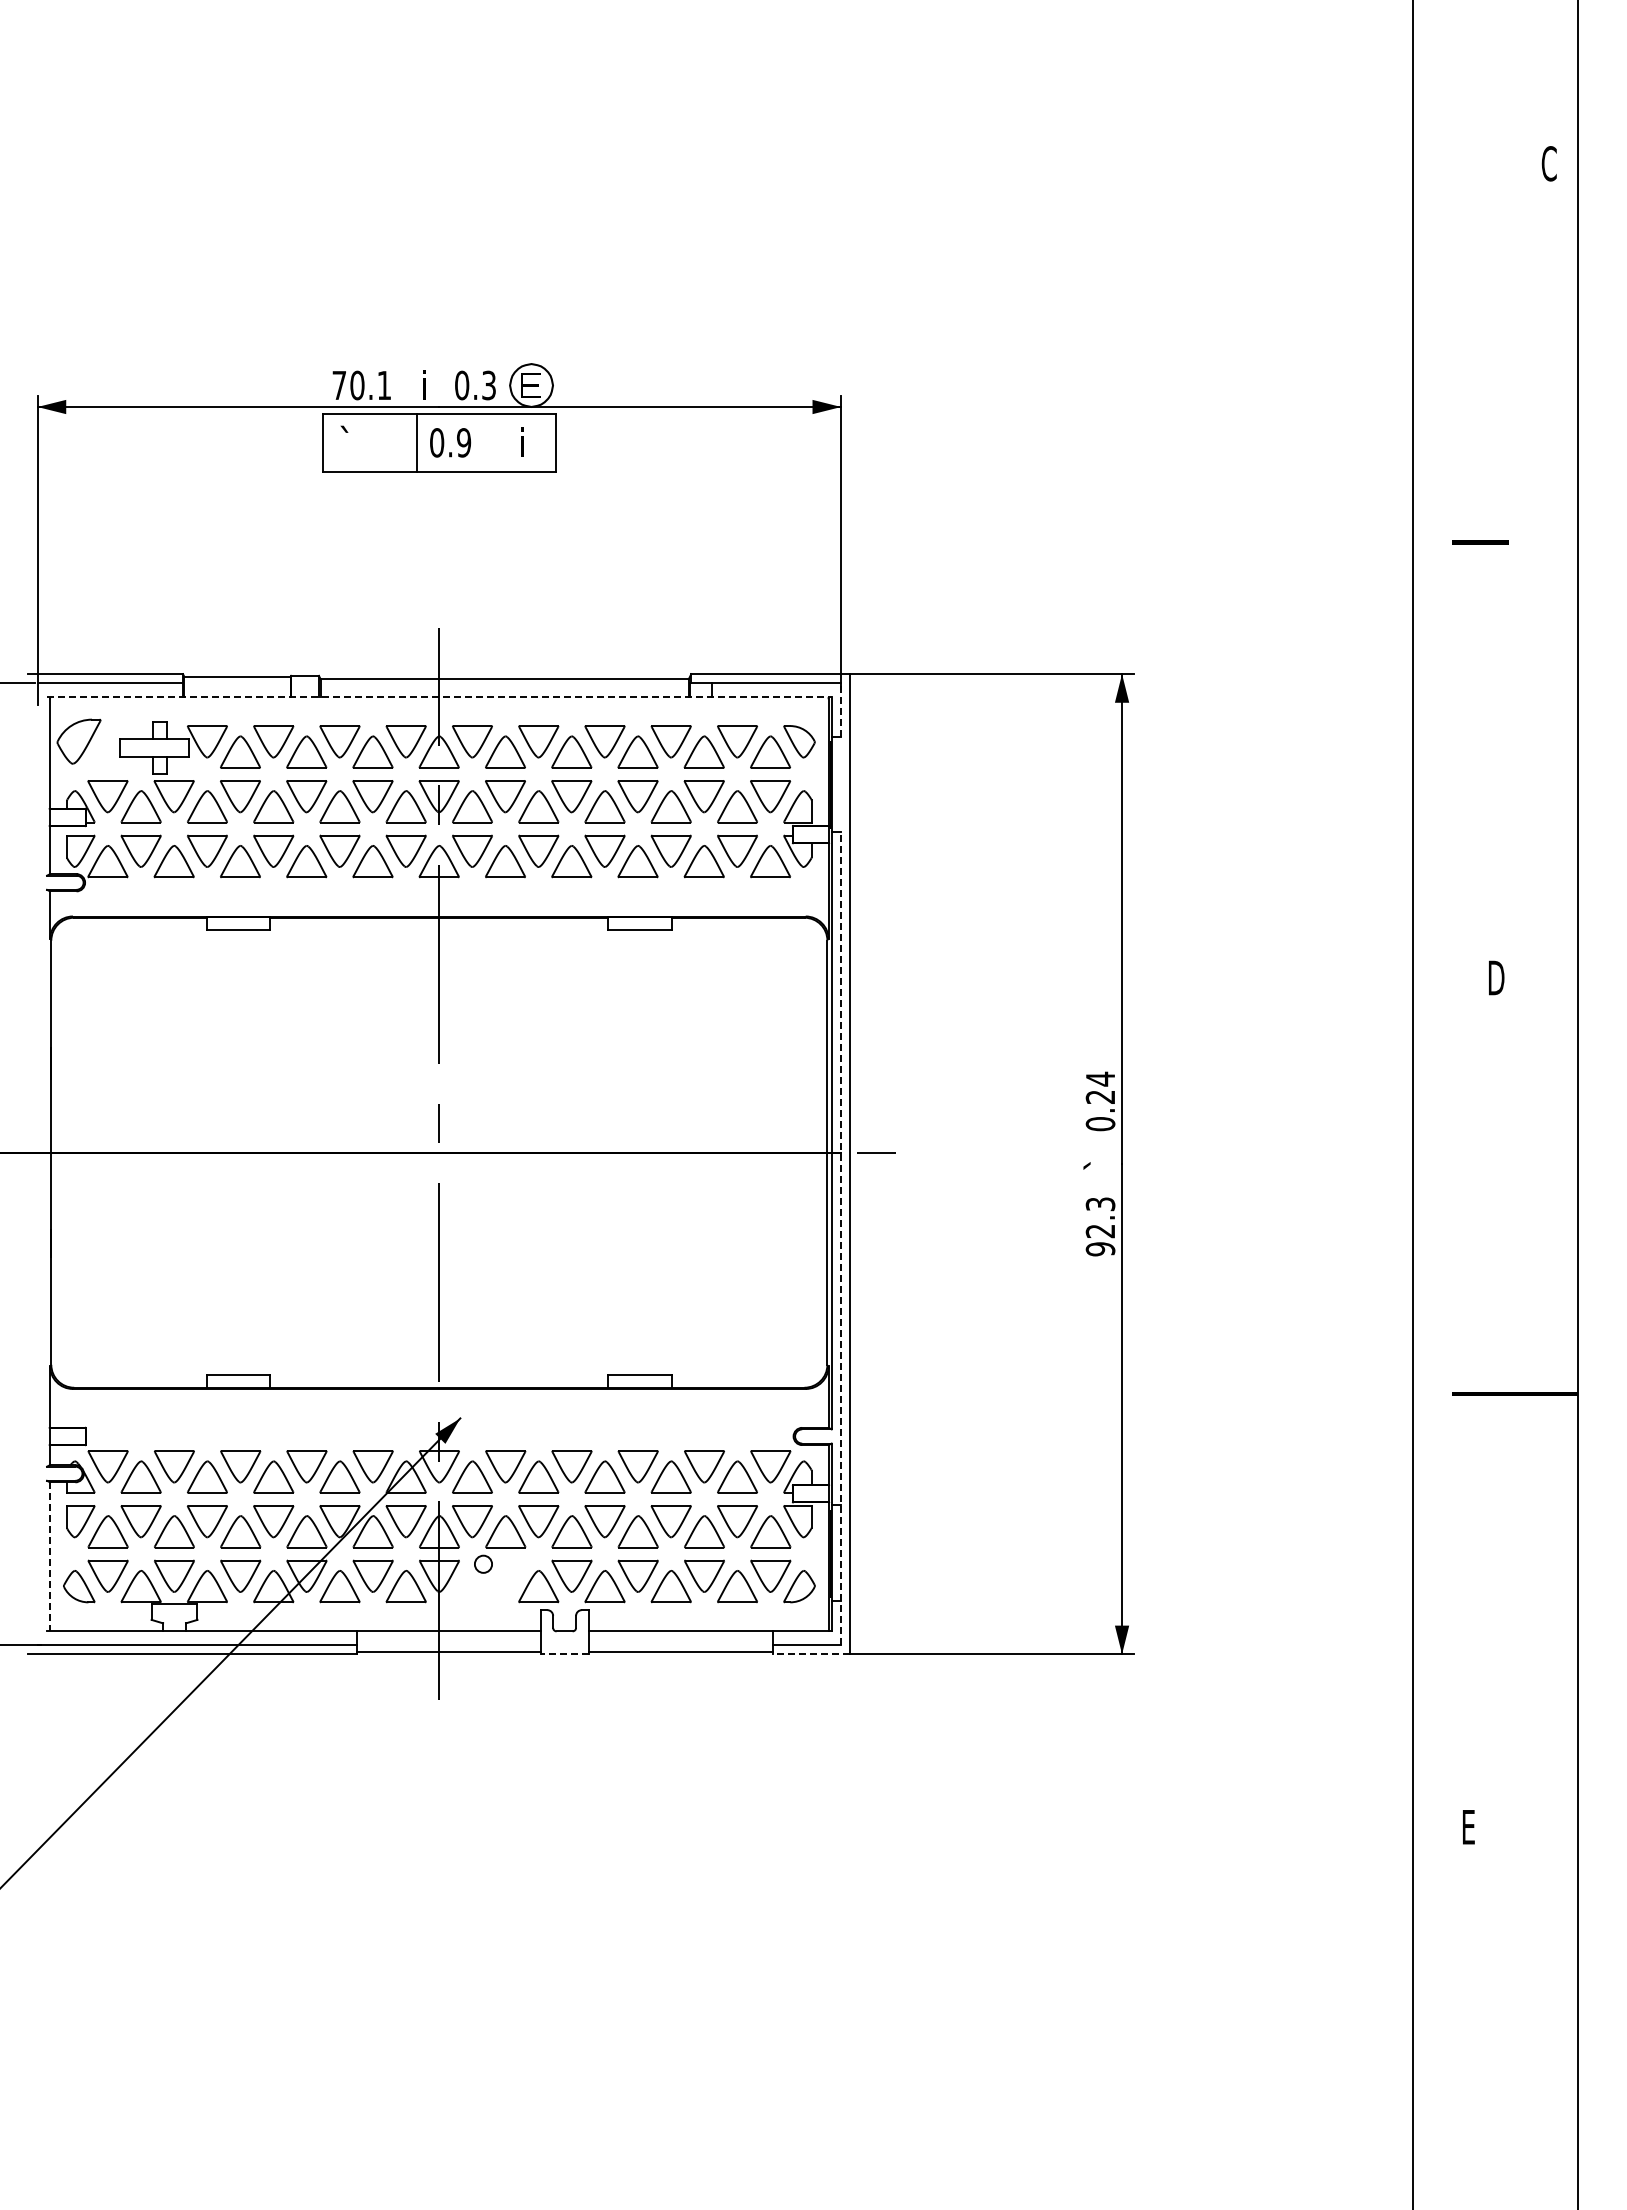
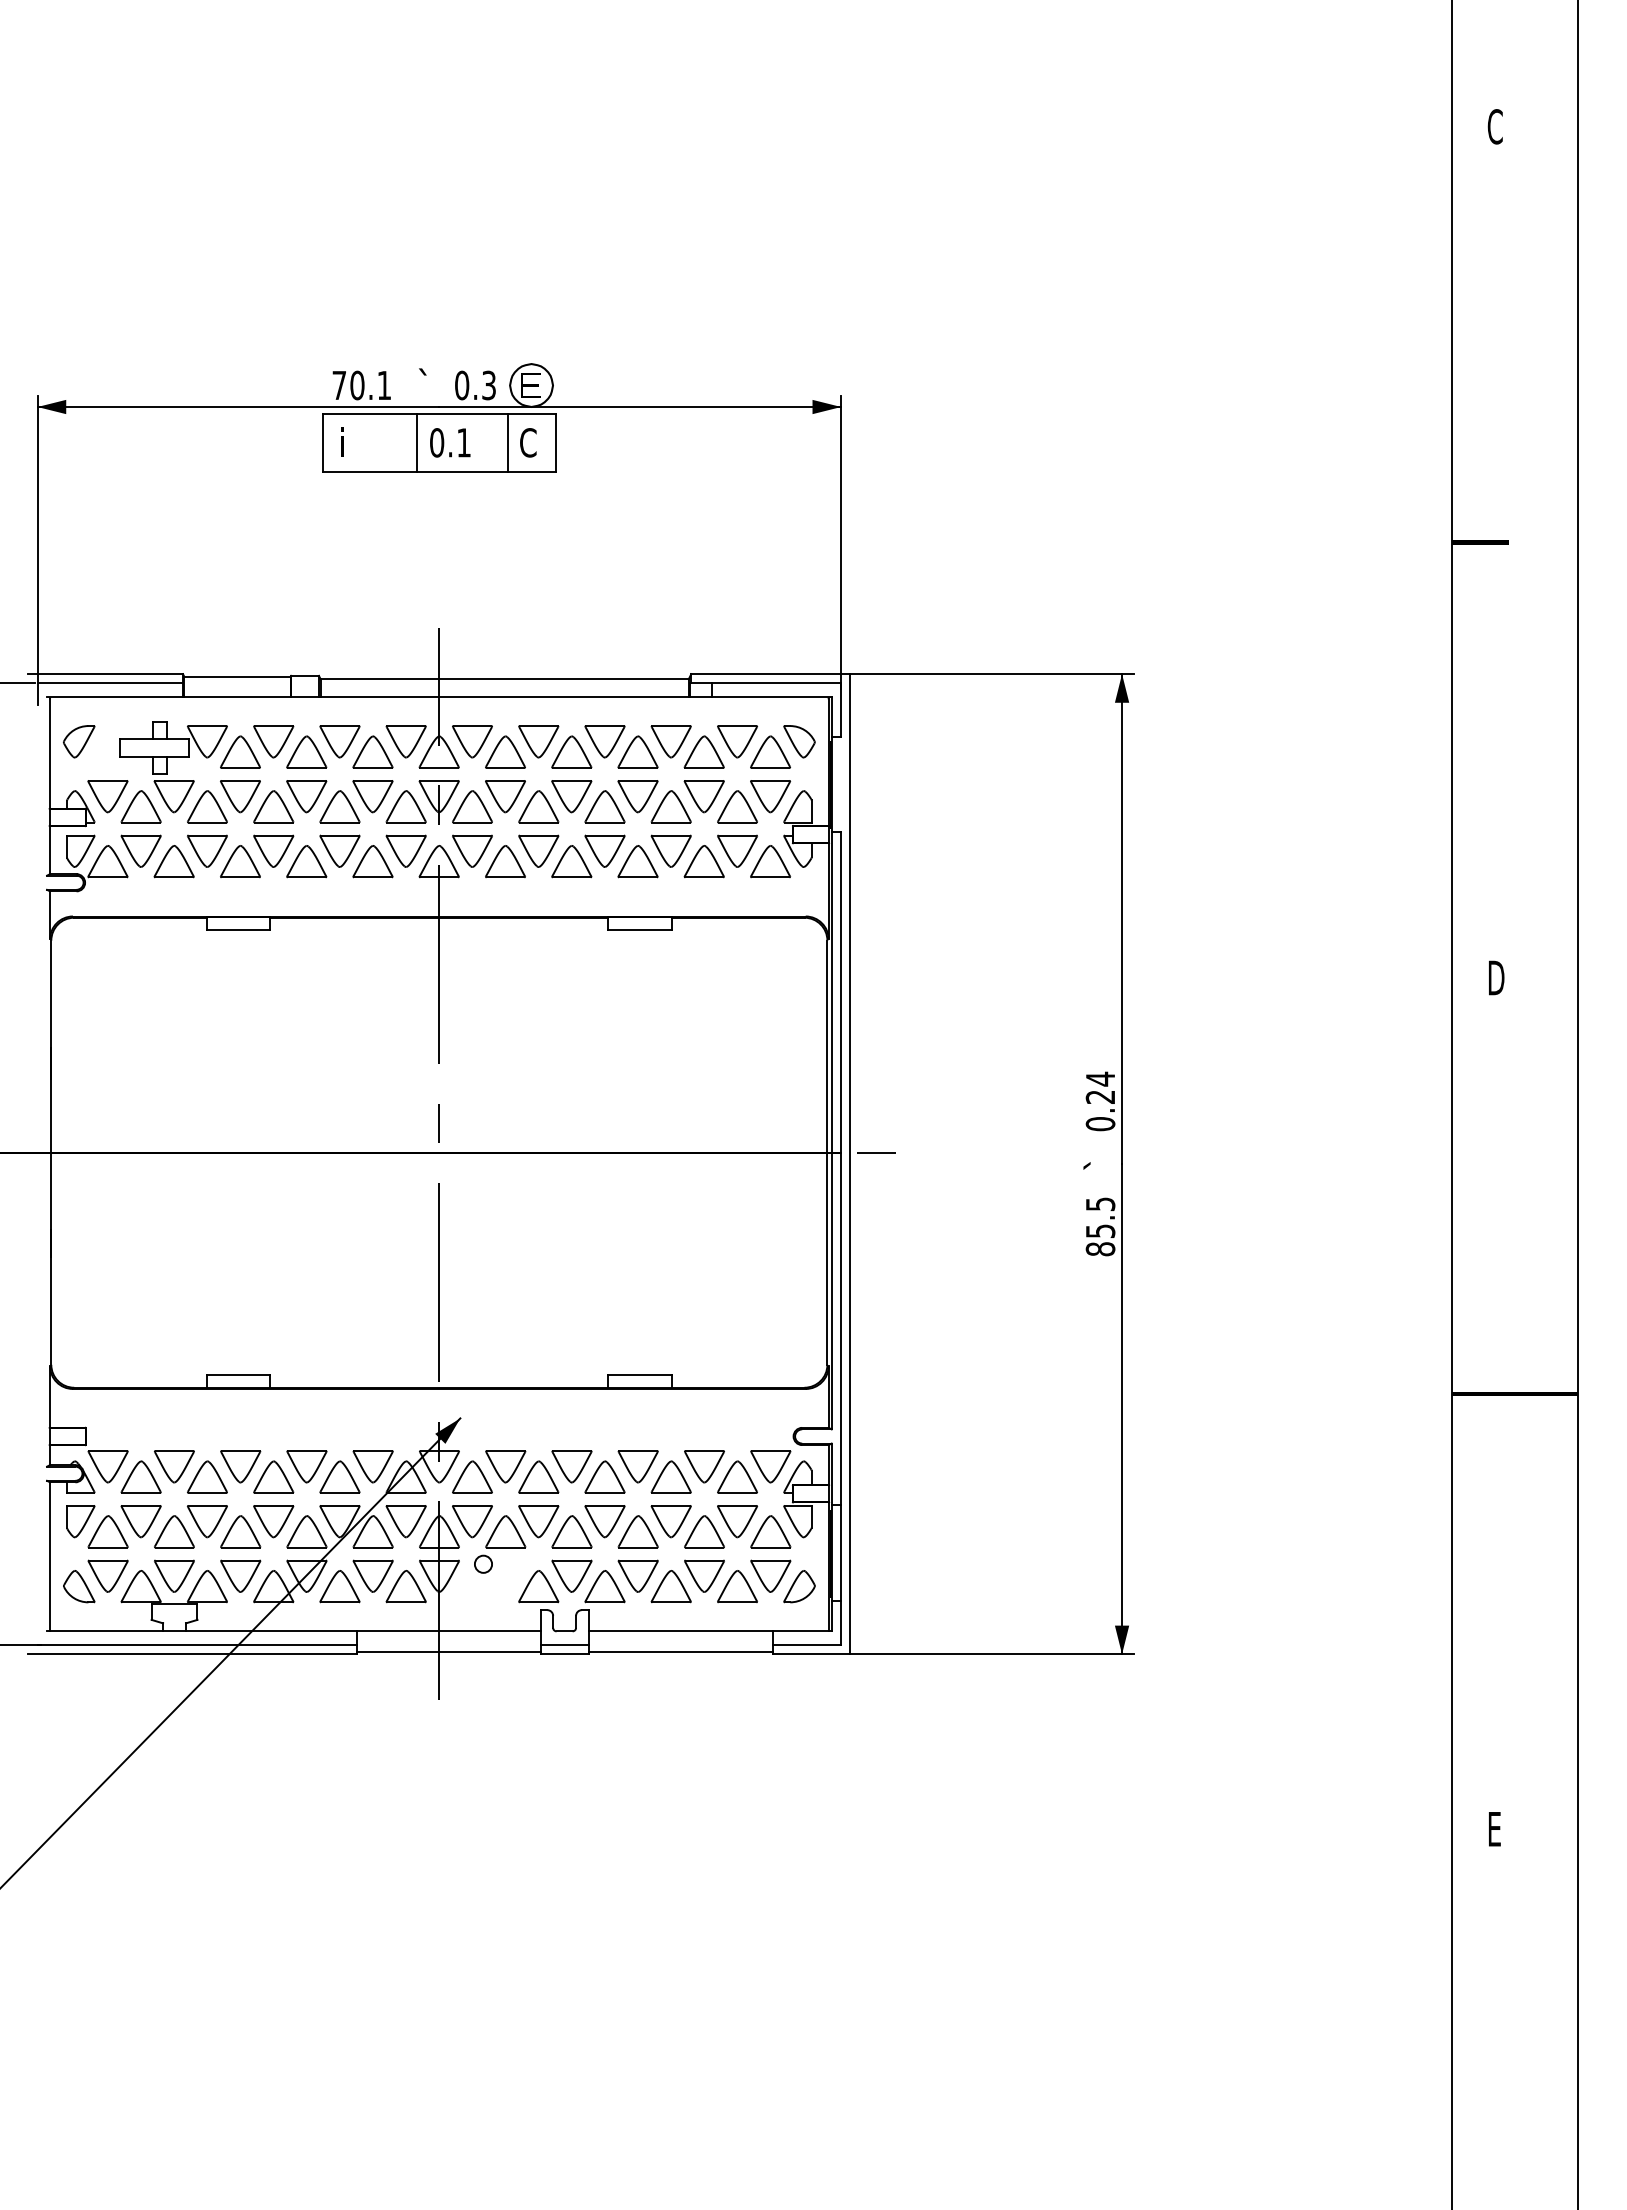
text at (1548, 163) position: (1548, 163) -> (1494, 126)
text at (422, 383): i -> `
text at (344, 440): ` -> i
text at (464, 442): 0.9 -> 0.1
line at (507, 442): none -> present
text at (528, 442): i -> C
line at (439, 697): dashed -> solid
line at (841, 709): dashed -> solid
part at (78, 741) size: 46x47 px -> 33x34 px
line at (1413, 1104) position: (1413, 1104) -> (1452, 1104)
text at (1100, 1226): 92.3 -> 85.5
line at (841, 1238): dashed -> solid
line at (50, 1556): dashed -> solid
line at (564, 1645): none -> present
line at (564, 1654): dashed -> solid
line at (811, 1654): dashed -> solid
text at (1468, 1827) position: (1468, 1827) -> (1494, 1829)
